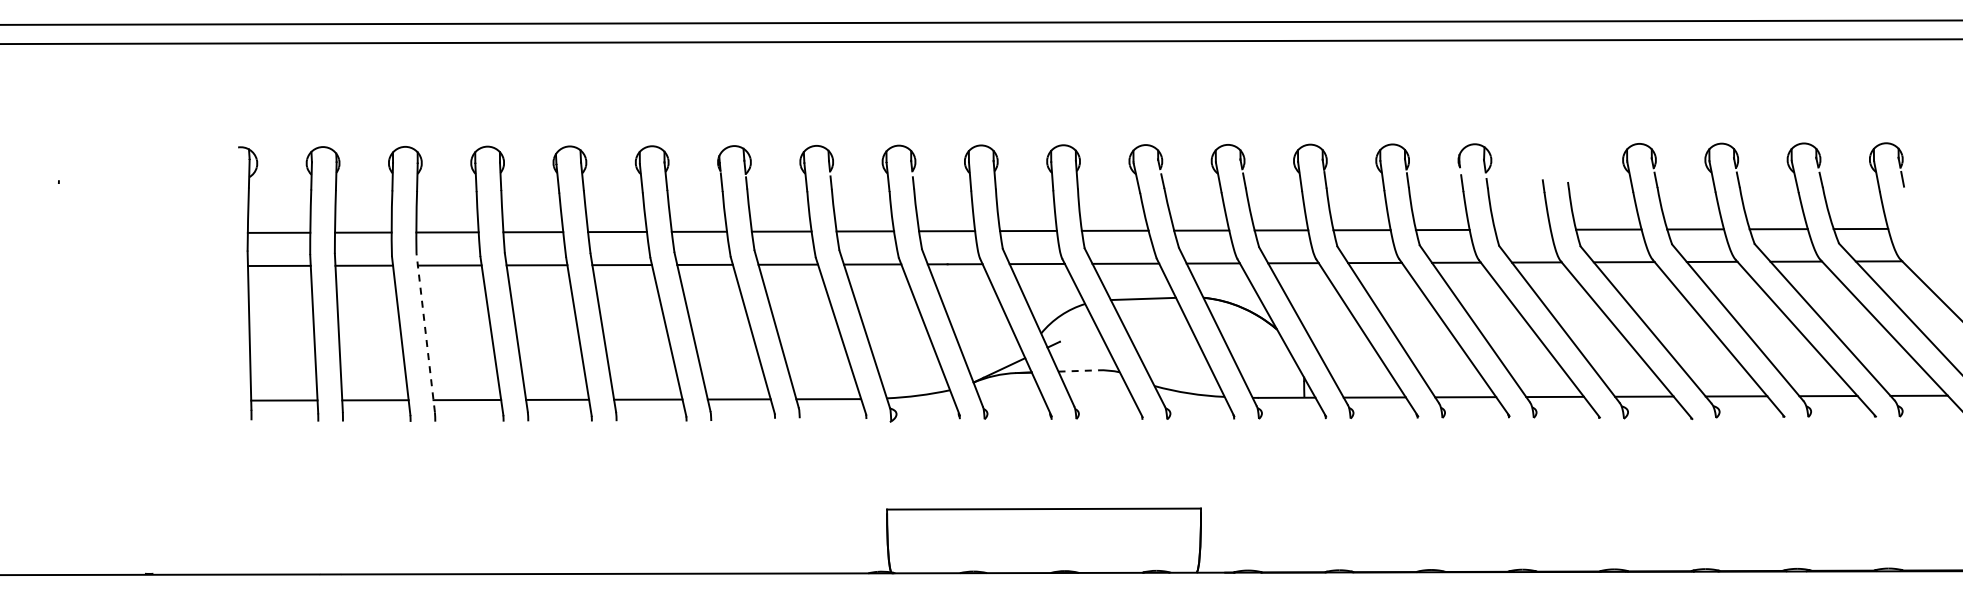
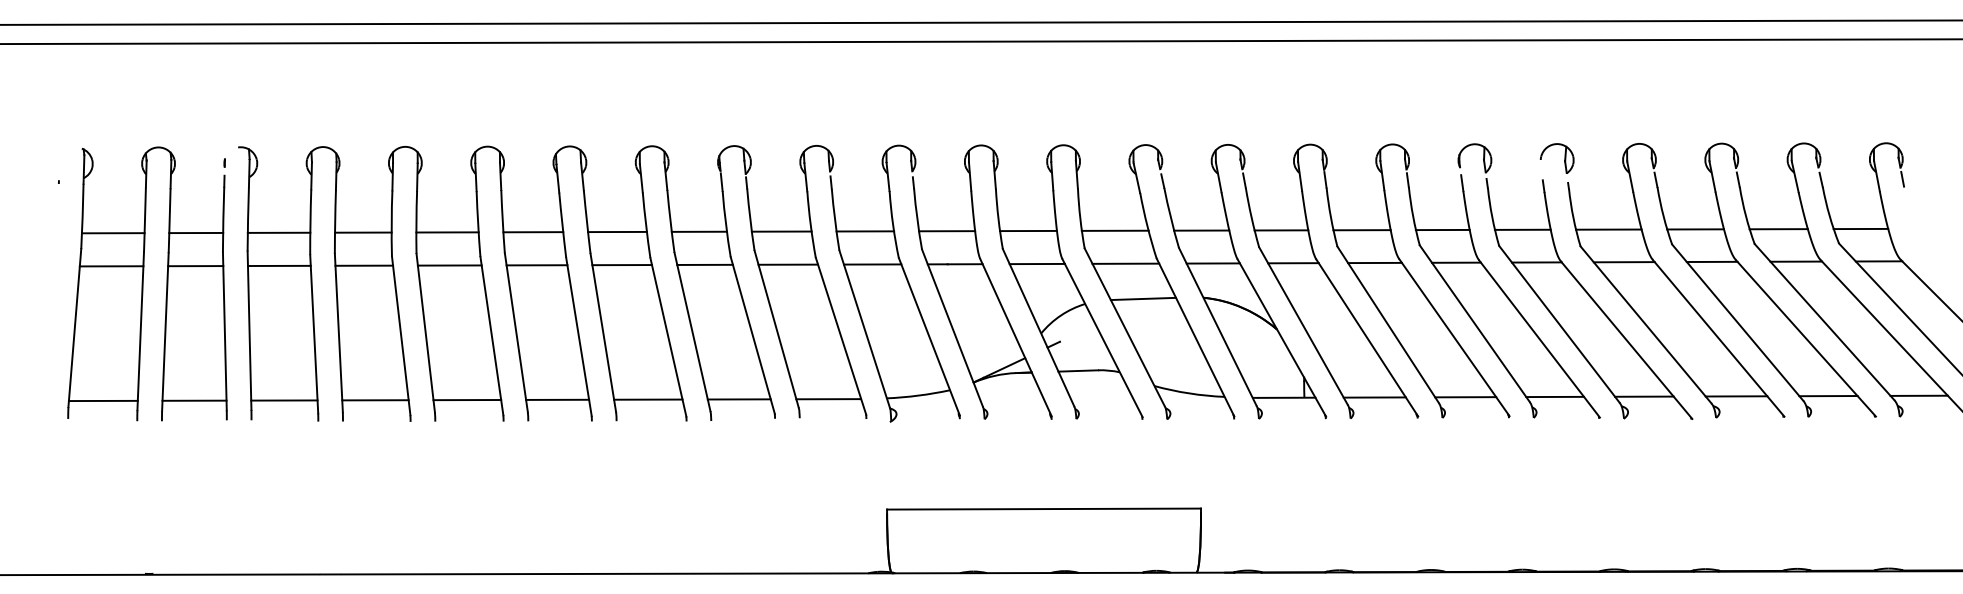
part at (1564, 158): none -> present
line at (1522, 229): none -> present
part at (147, 283): none -> present
line at (425, 333): dashed -> solid
line at (1078, 370): dashed -> solid
